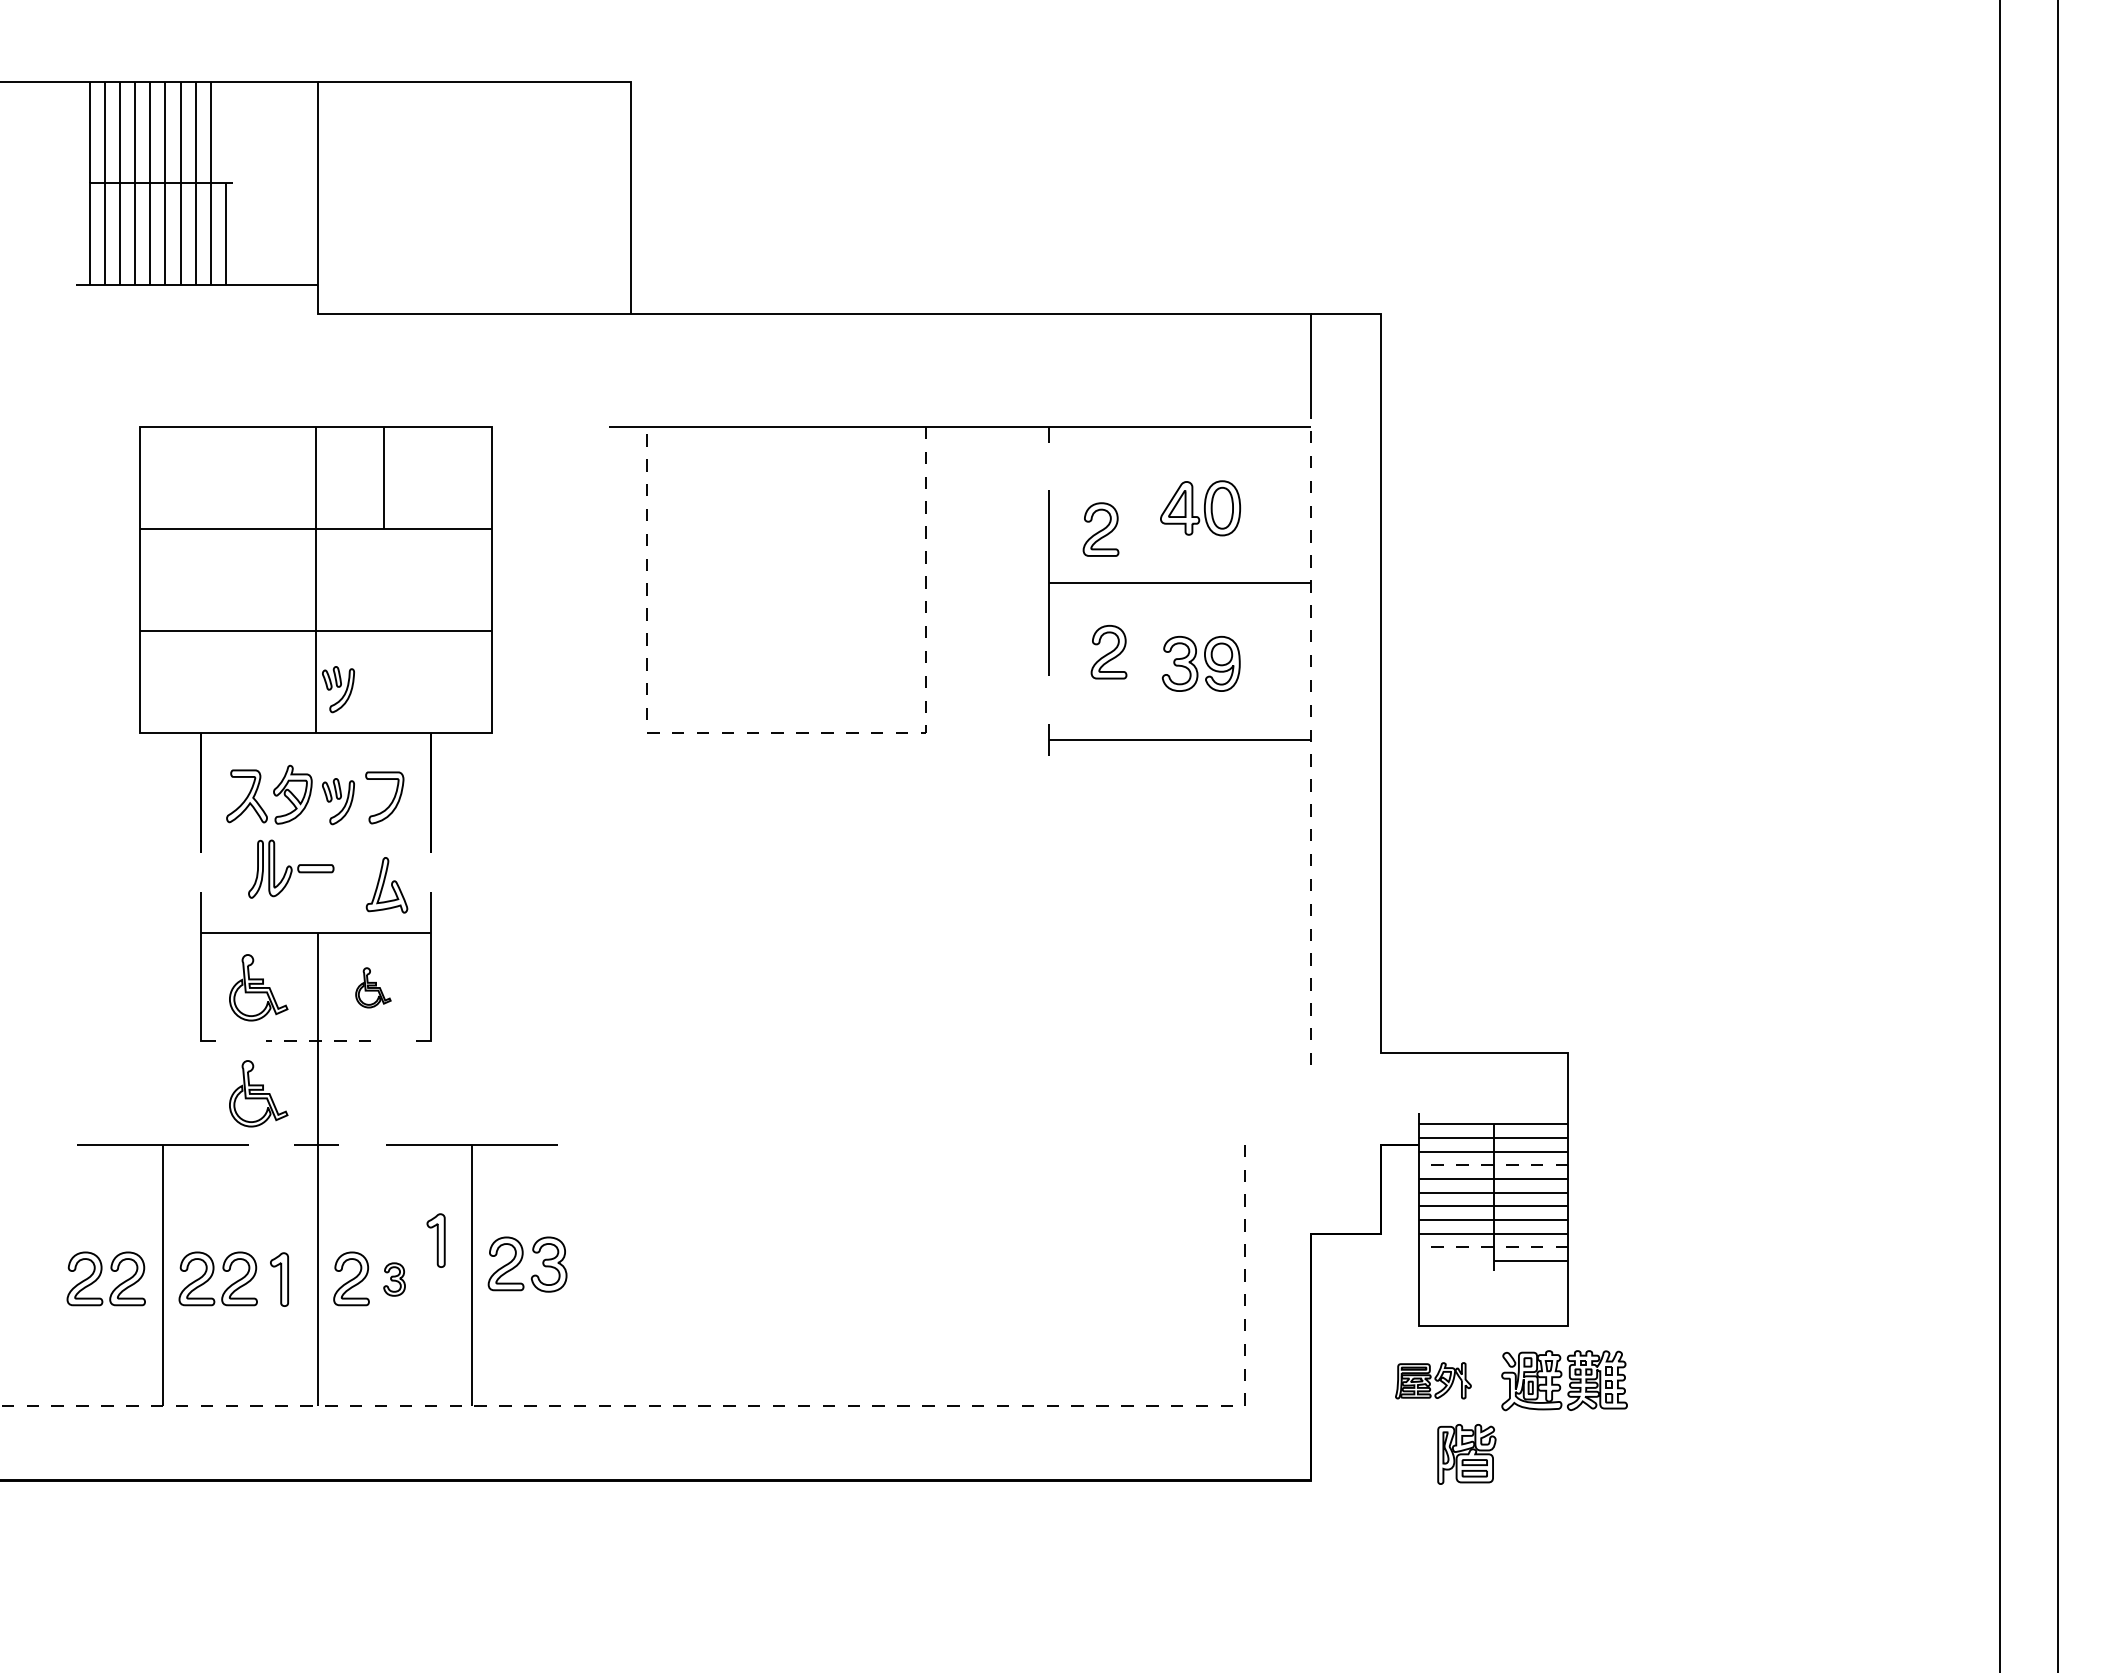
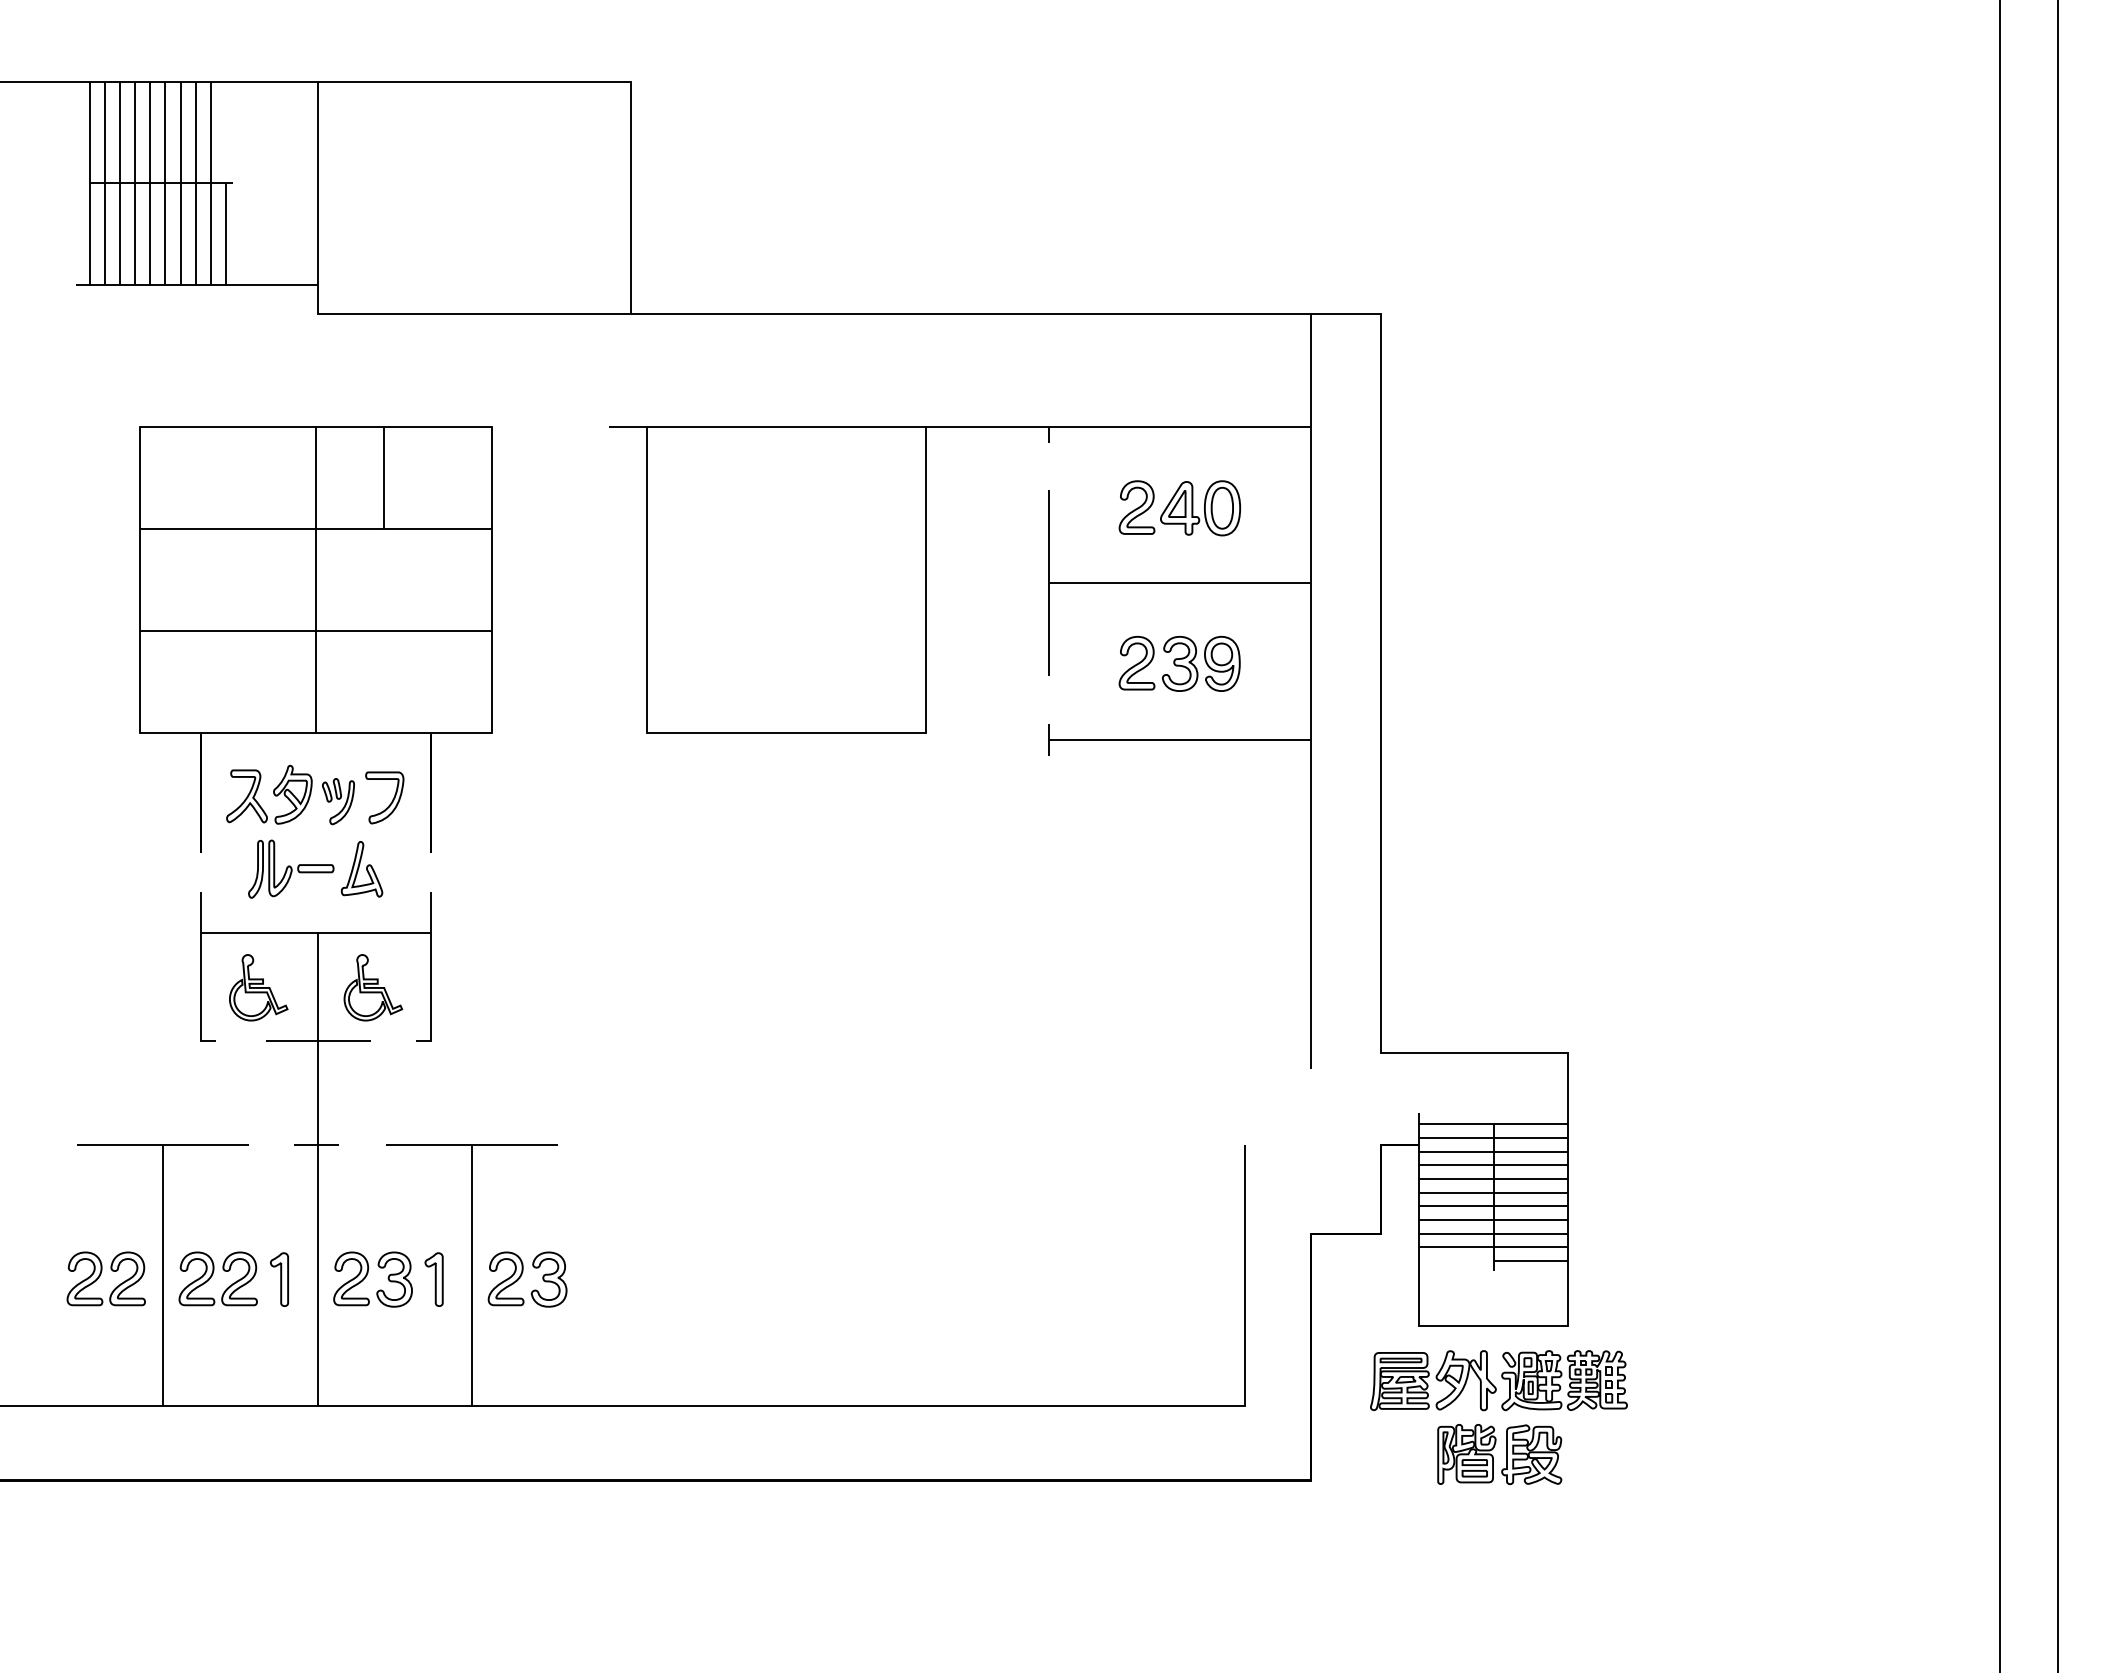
part at (1100, 529) position: (1100, 529) -> (1136, 507)
part at (1108, 651) position: (1108, 651) -> (1136, 662)
part at (338, 689): present -> none
line at (786, 732): dashed -> solid
line at (1310, 737): dashed -> solid
part at (386, 885) position: (386, 885) -> (361, 869)
part at (373, 987) size: 37x42 px -> 61x68 px
line at (318, 1041): dashed -> solid
part at (258, 1093): present -> none
line at (1493, 1165): dashed -> solid
part at (435, 1240) position: (435, 1240) -> (433, 1279)
line at (1493, 1247): dashed -> solid
part at (521, 1261) position: (521, 1261) -> (521, 1276)
part at (394, 1279) size: 23x35 px -> 37x57 px
part at (1433, 1380) size: 77x38 px -> 127x62 px
line at (754, 1406): dashed -> solid
part at (1531, 1454): none -> present
